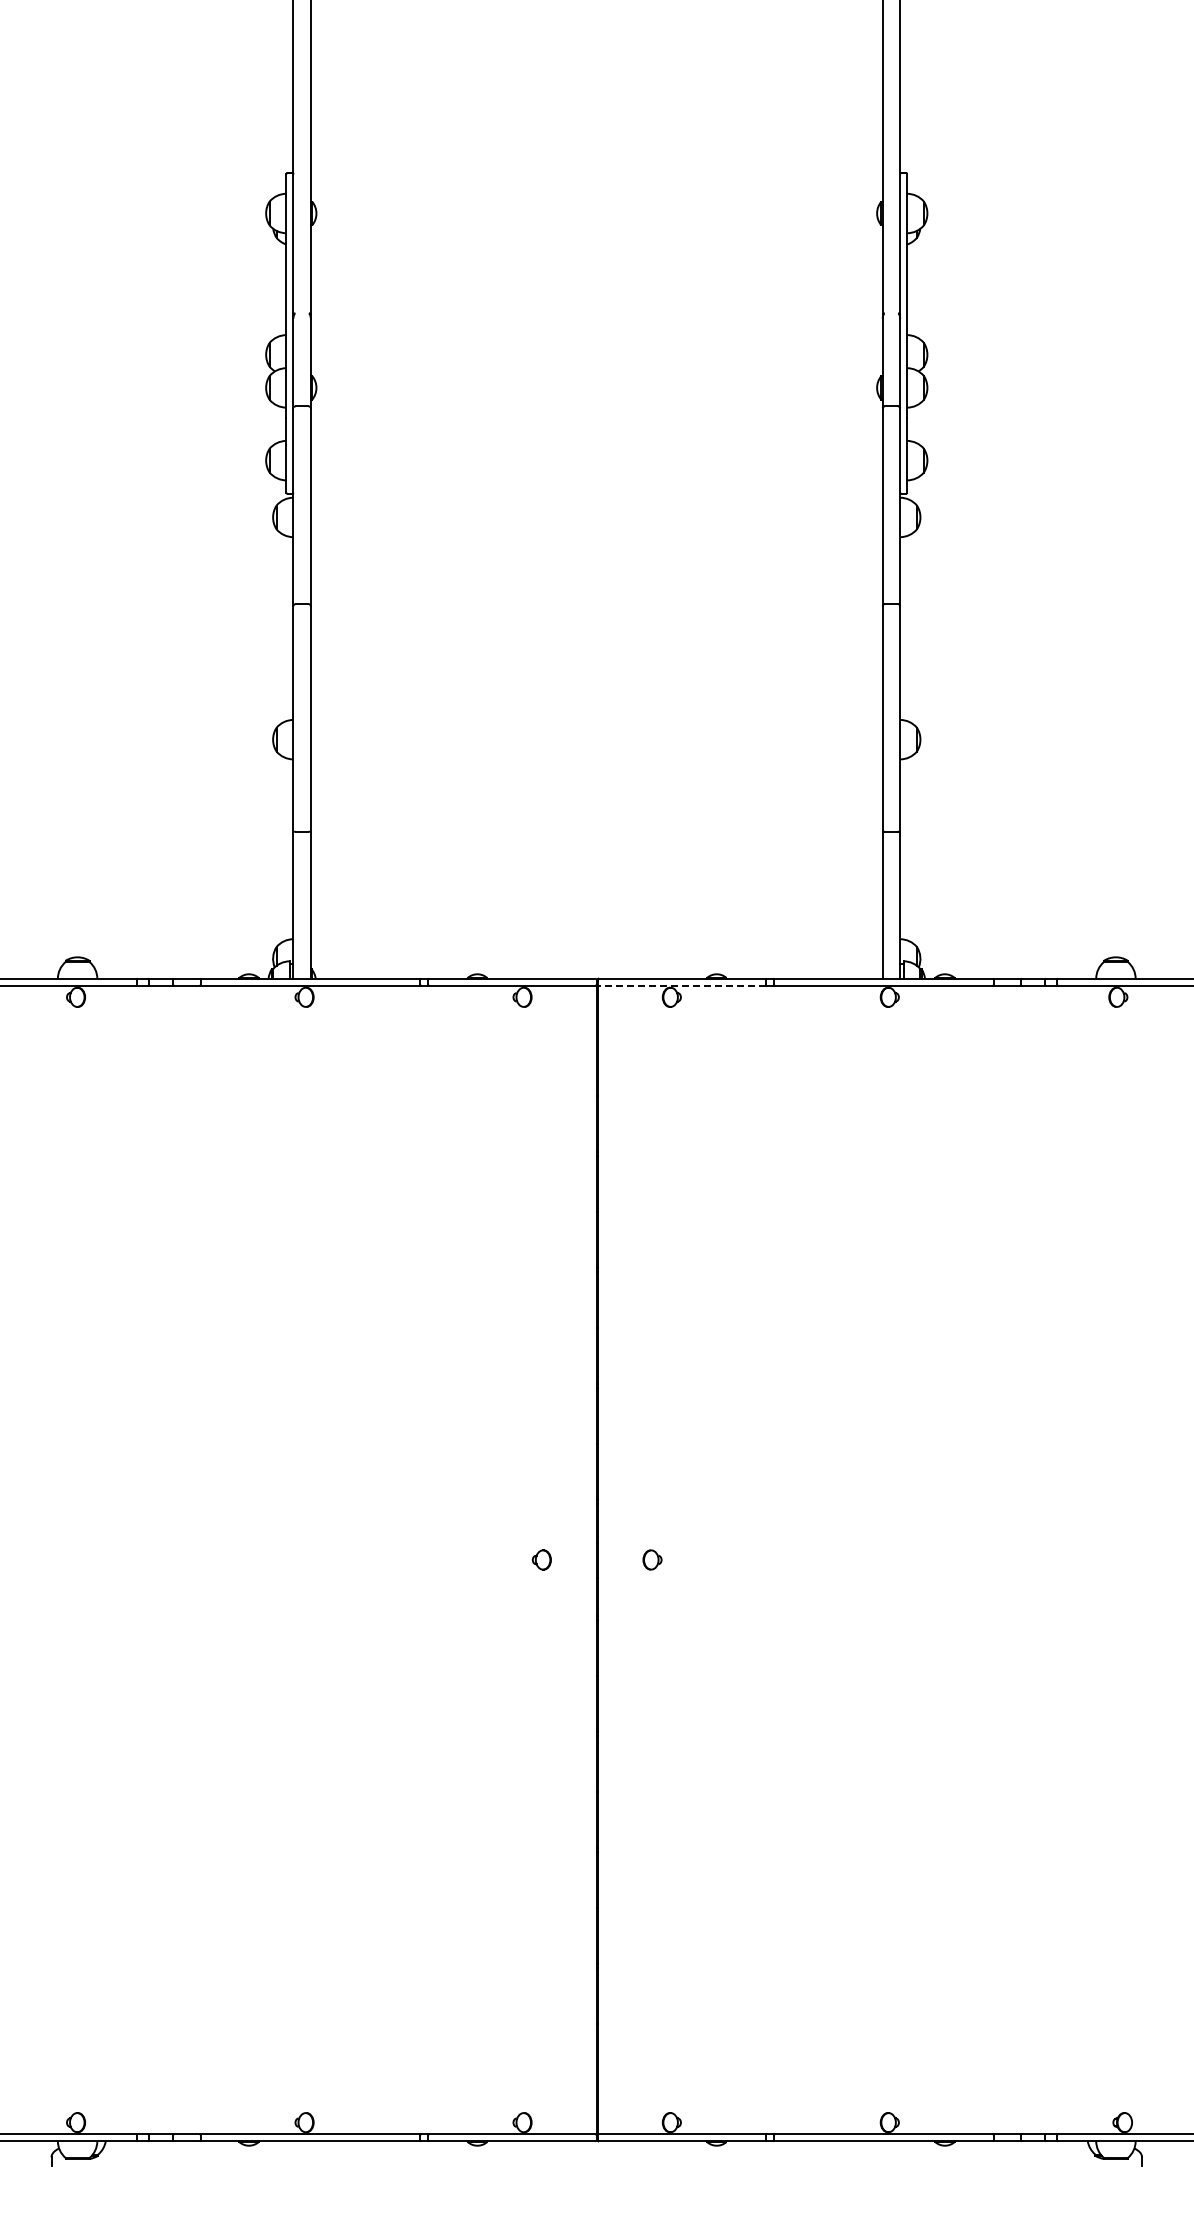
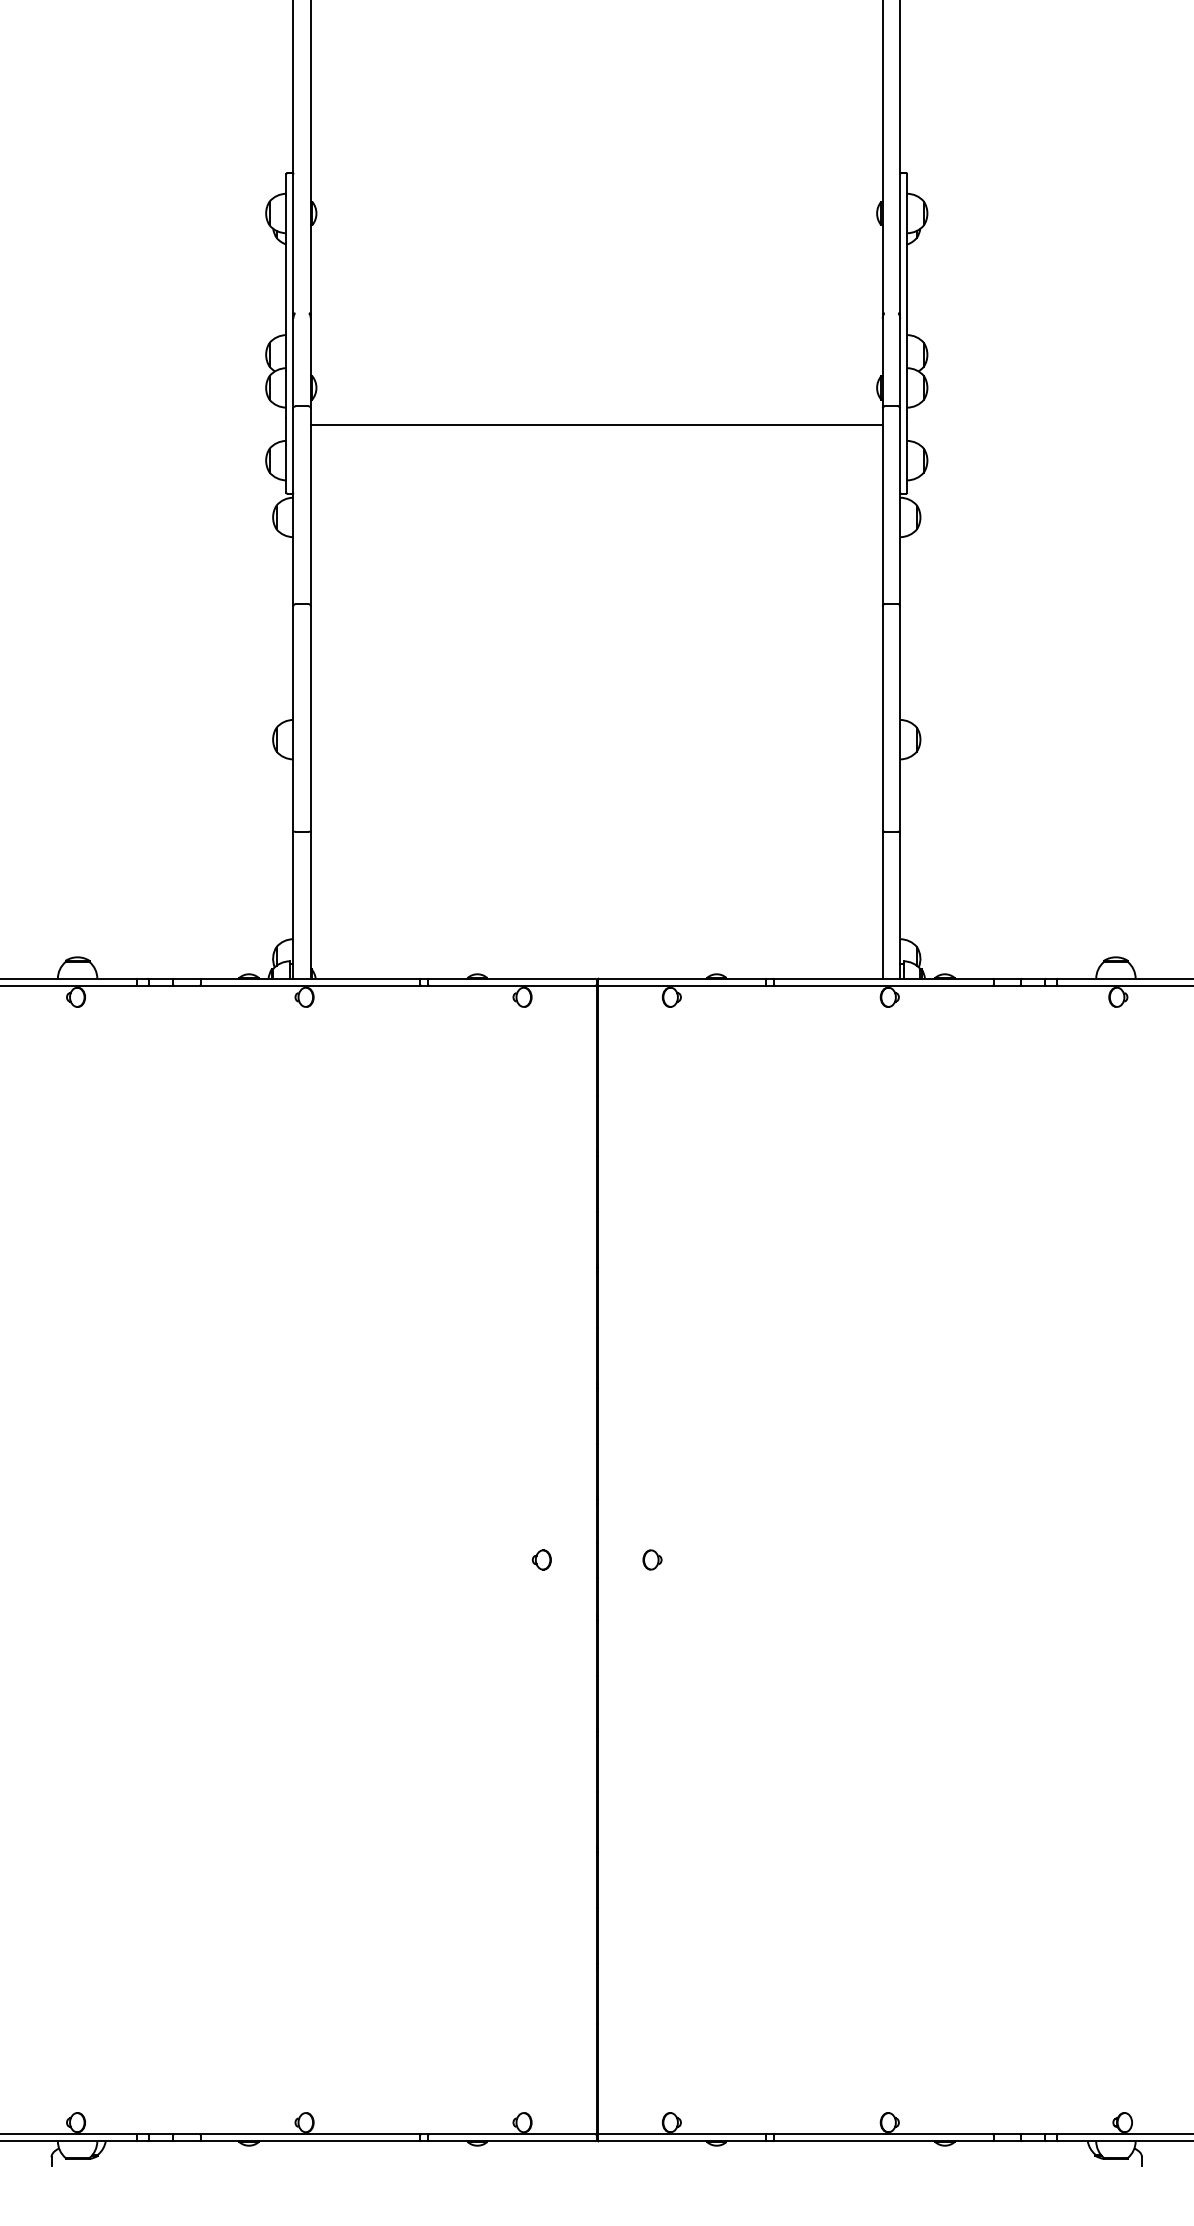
line at (596, 424): none -> present
line at (681, 985): dashed -> solid
